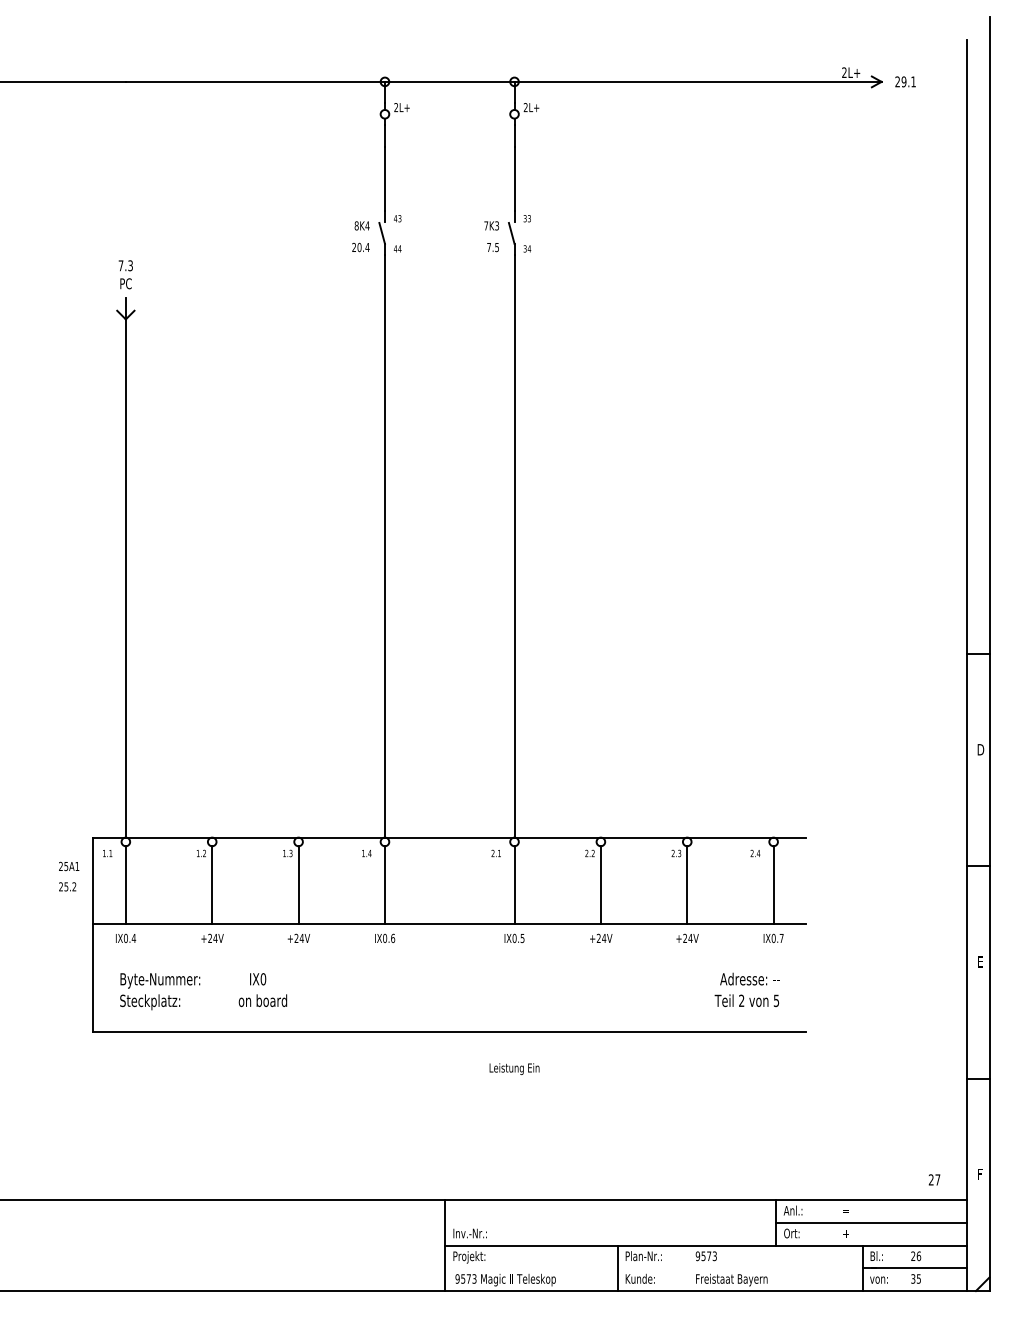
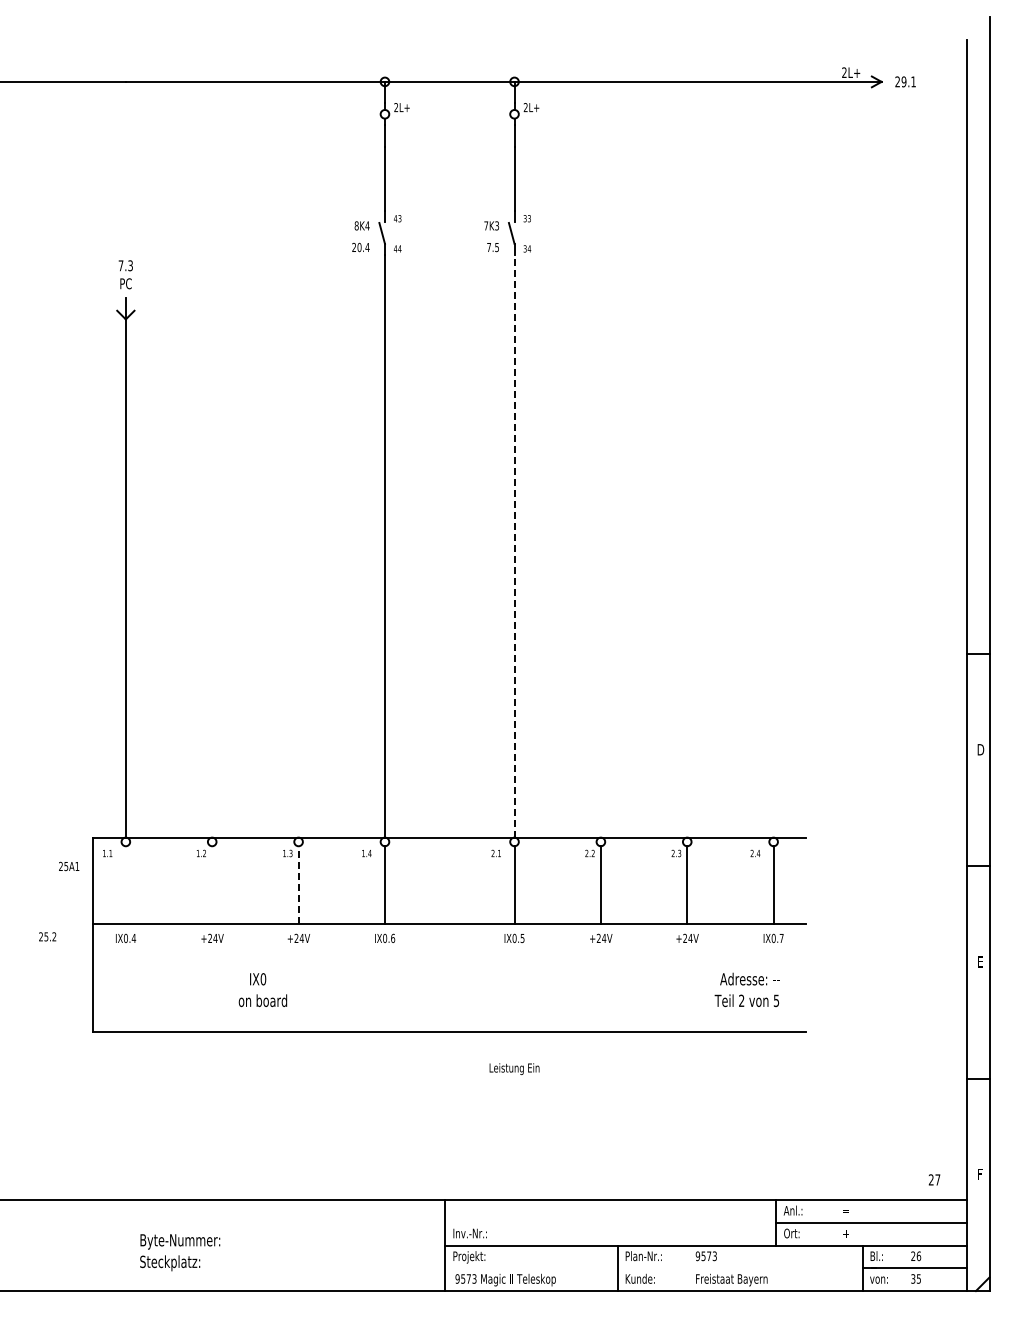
line at (514, 545): solid -> dashed
line at (125, 885): present -> none
line at (212, 885): present -> none
line at (298, 885): solid -> dashed
text at (67, 886) position: (67, 886) -> (47, 936)
text at (160, 991) position: (160, 991) -> (180, 1252)
